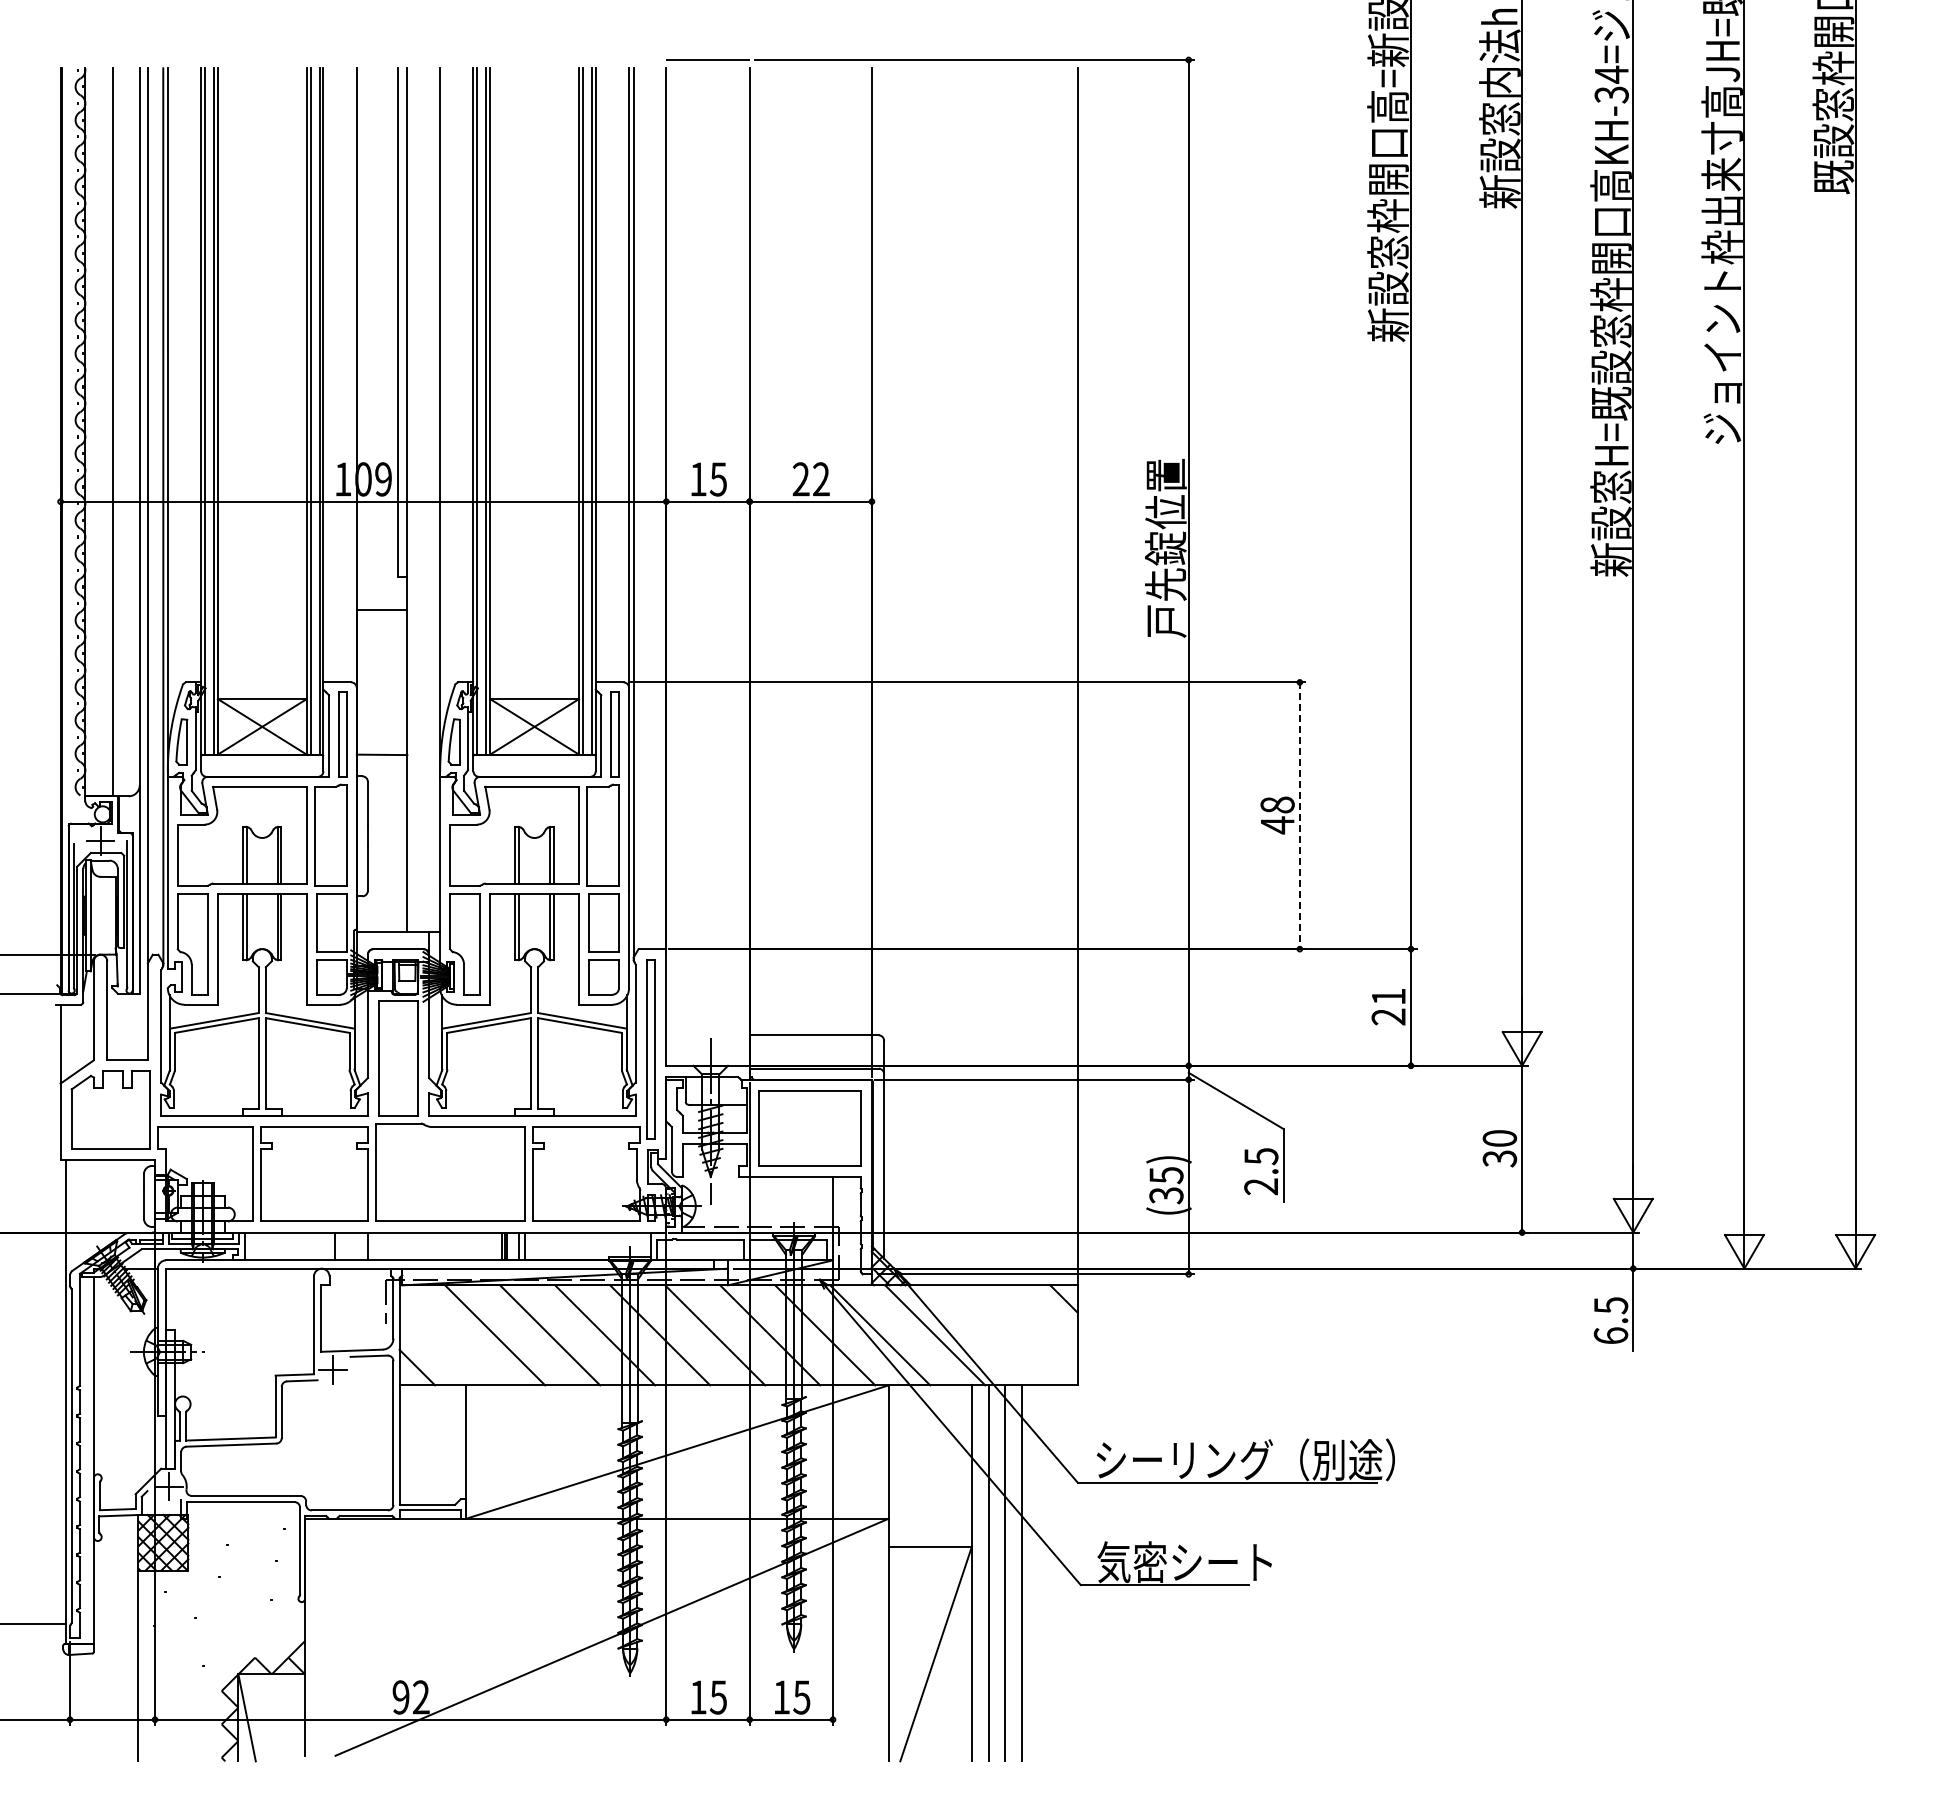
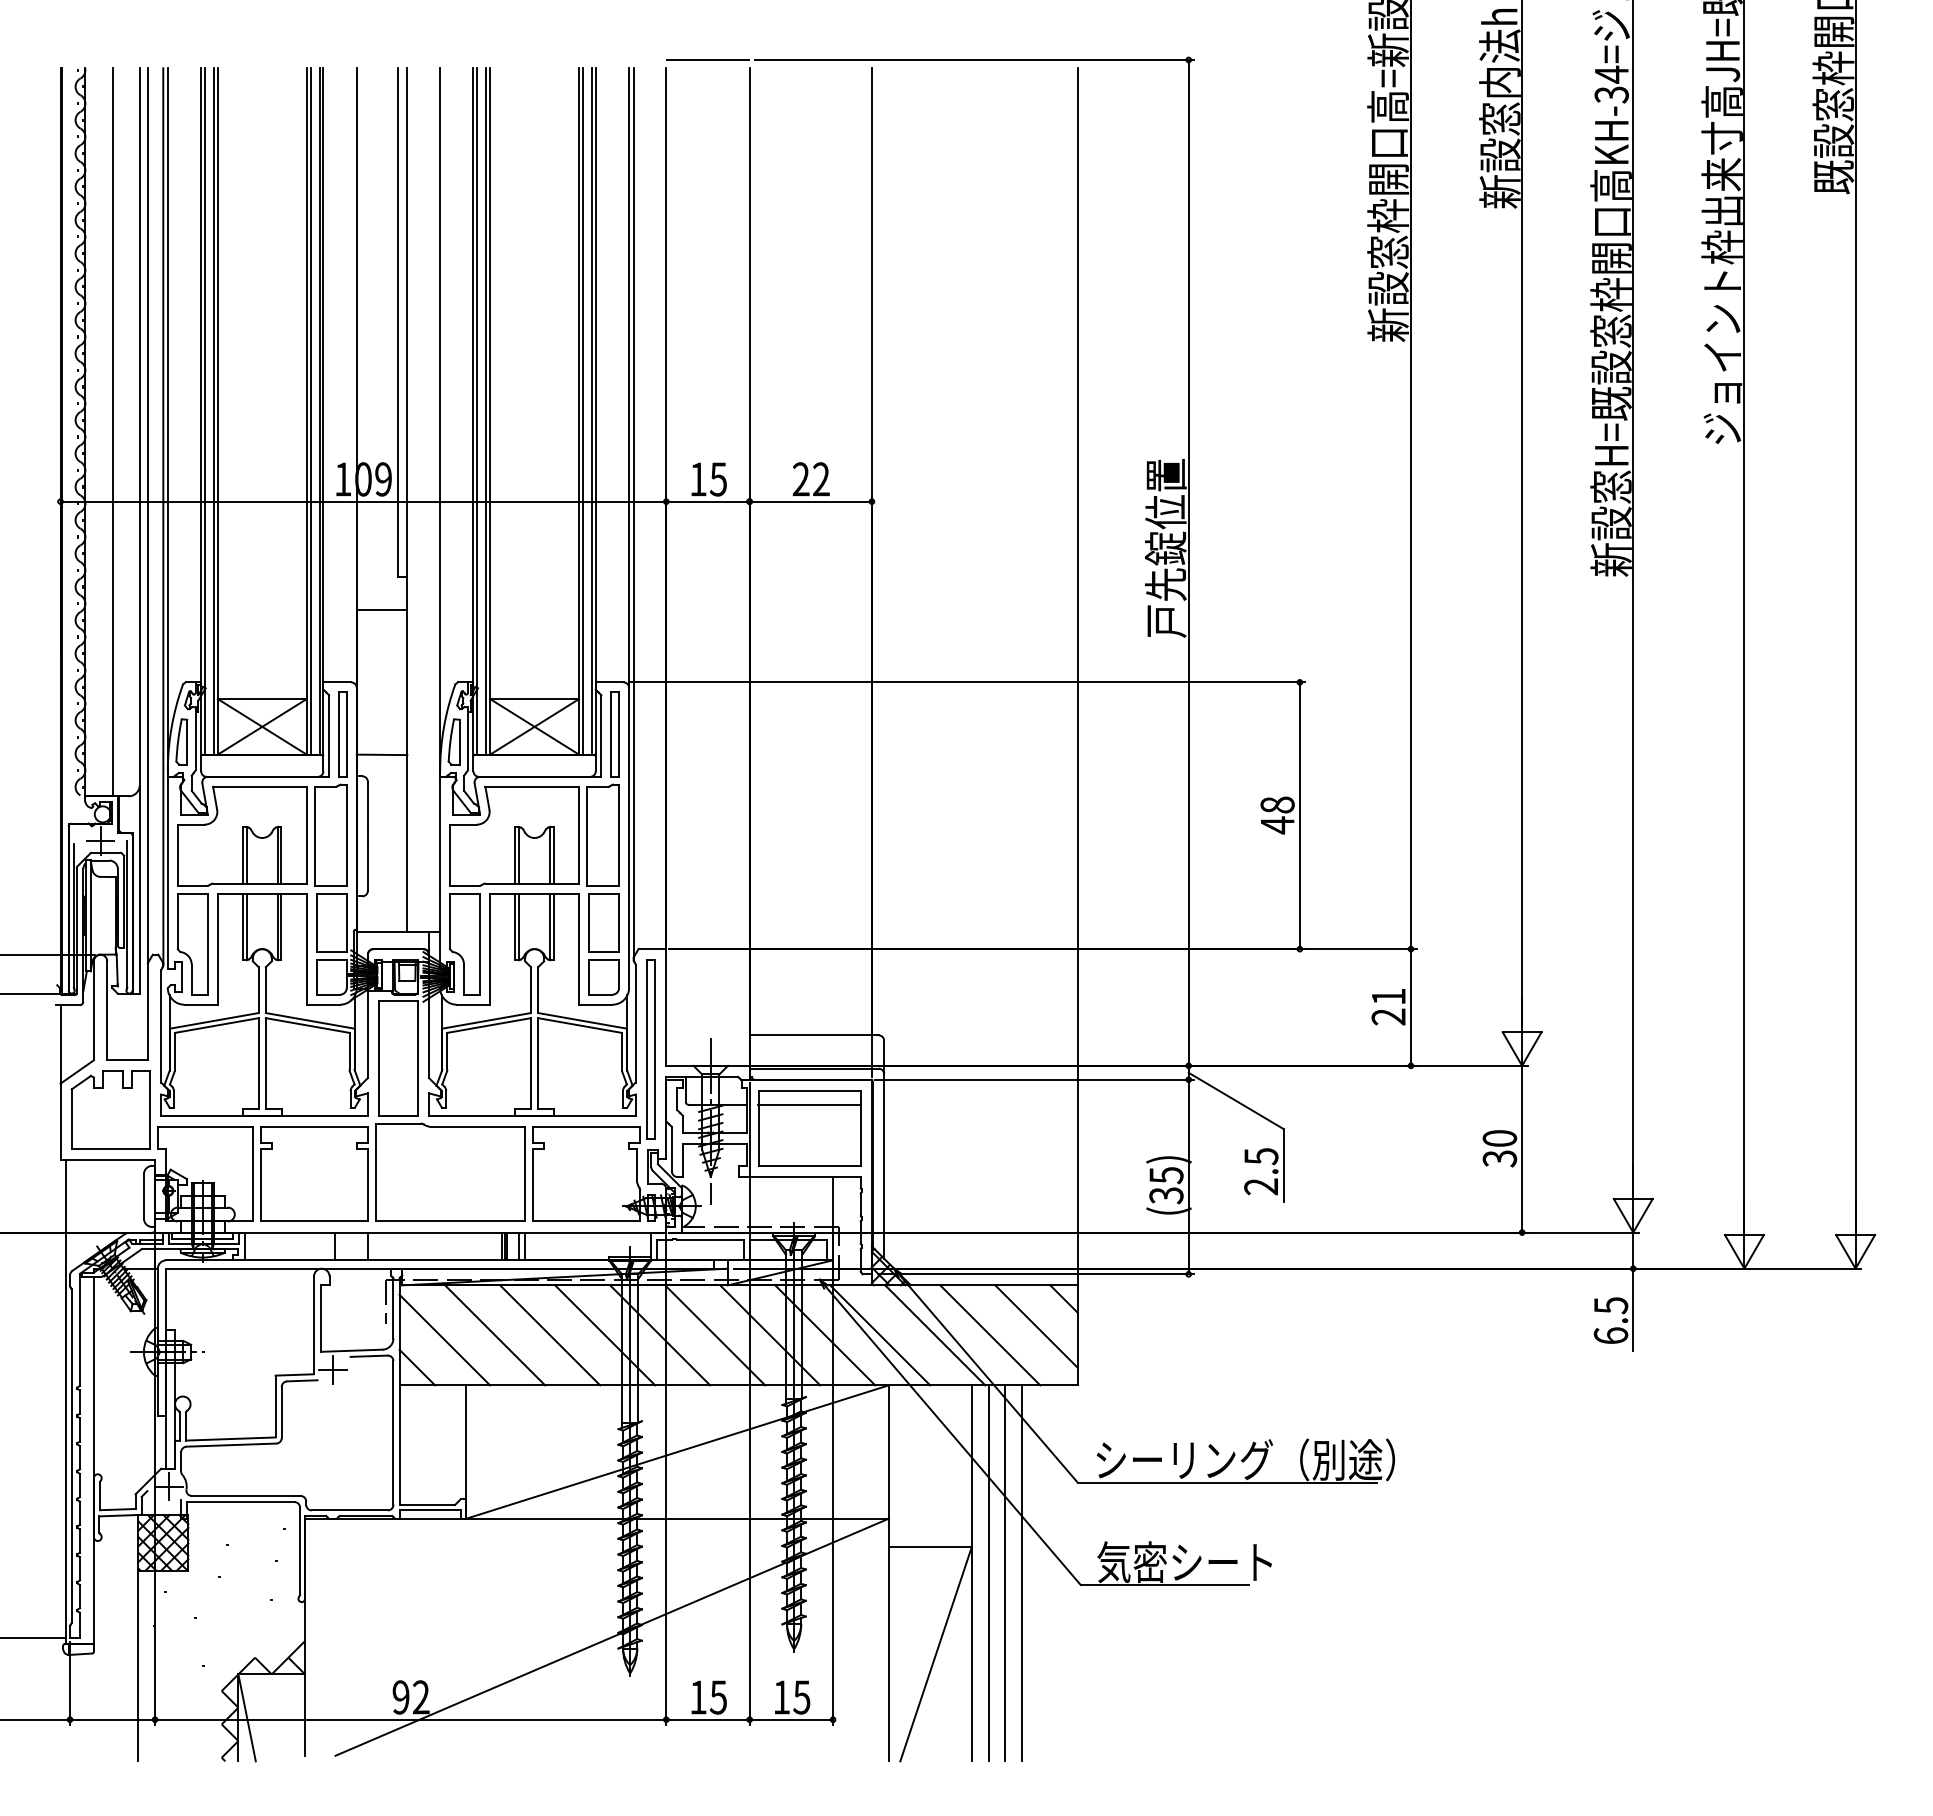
line at (1299, 816): dashed -> solid
line at (809, 1104): none -> present
line at (1036, 1326): none -> present
line at (990, 1335): none -> present
line at (444, 1339): none -> present
line at (34, 1624) position: (34, 1624) -> (34, 1638)
